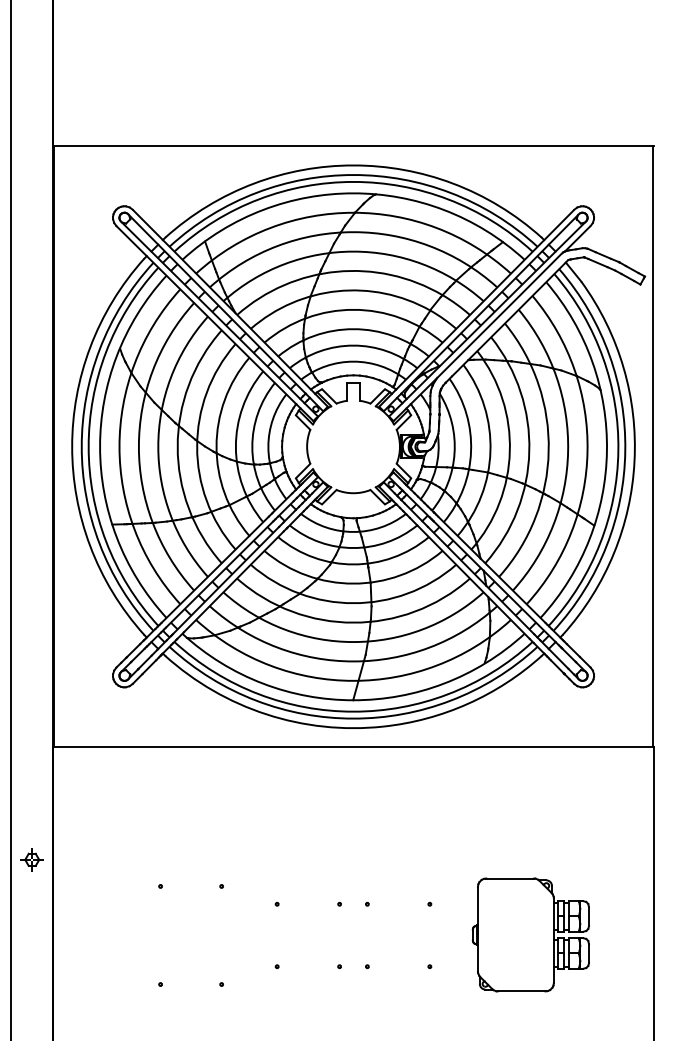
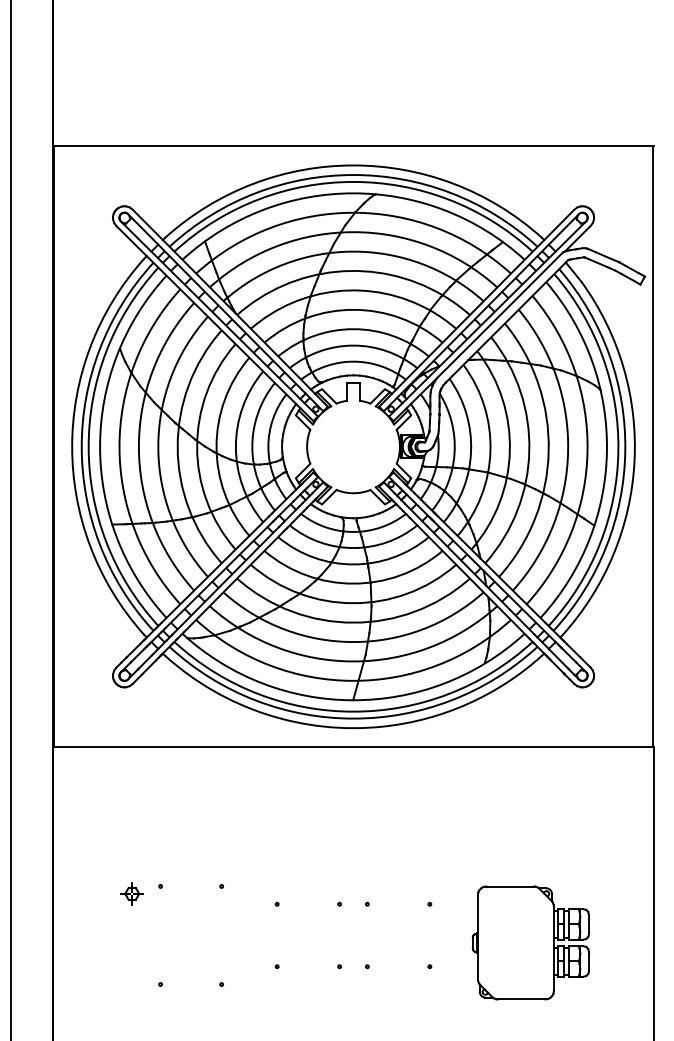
part at (31, 859) position: (31, 859) -> (131, 893)
part at (530, 934) position: (530, 934) -> (530, 942)
